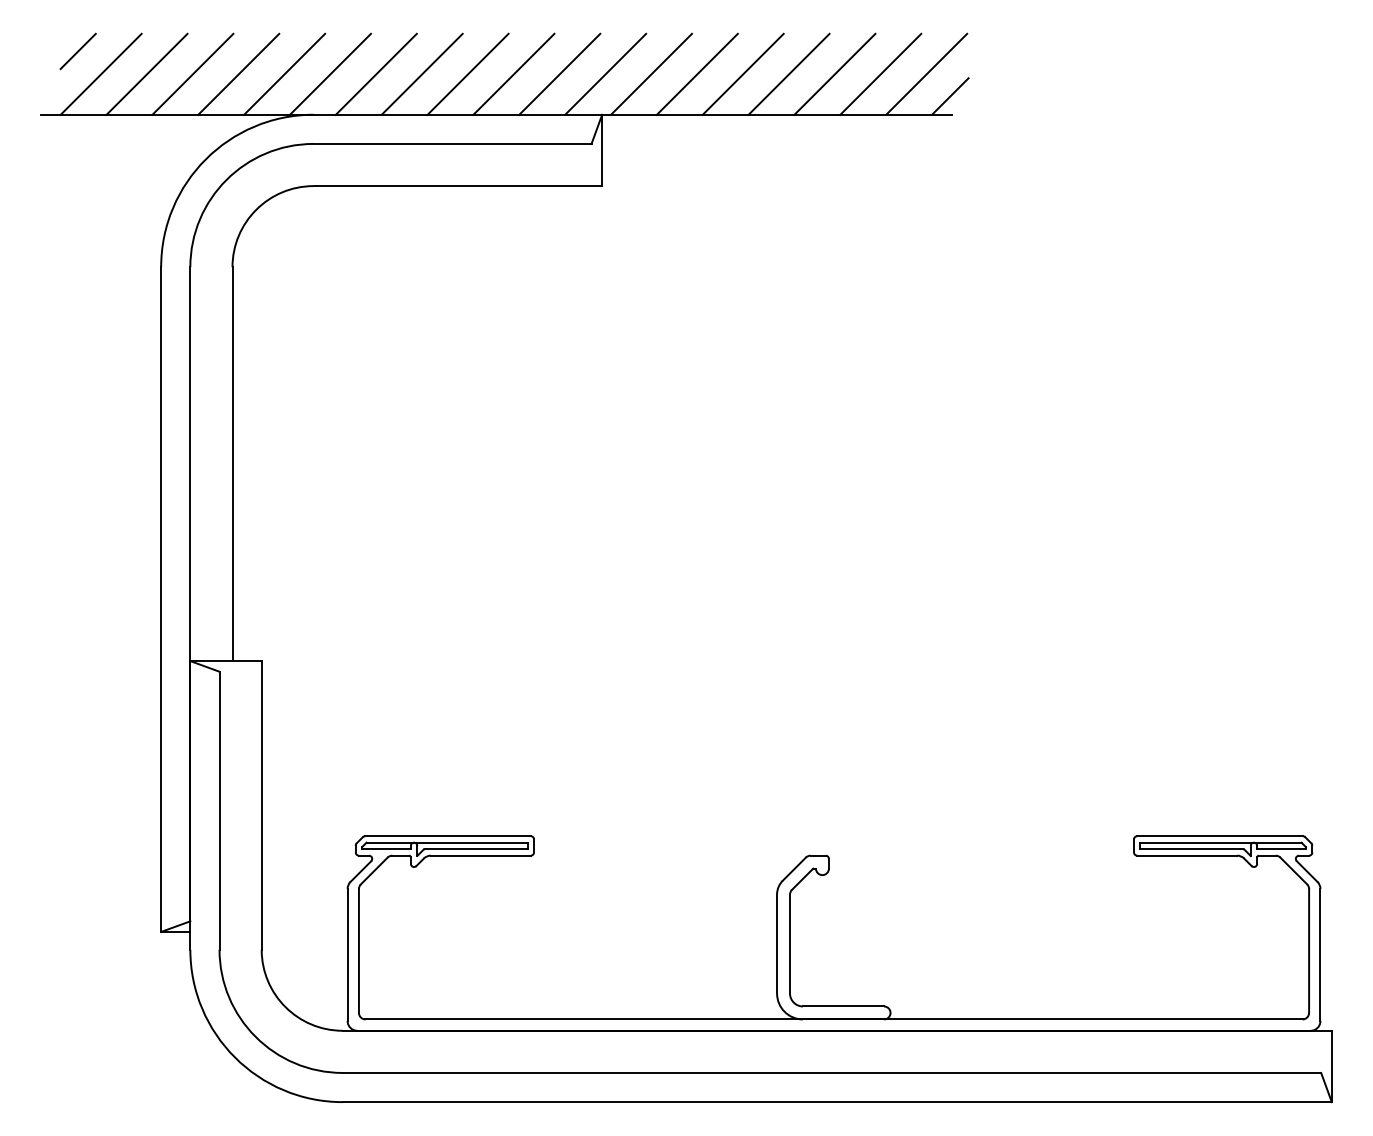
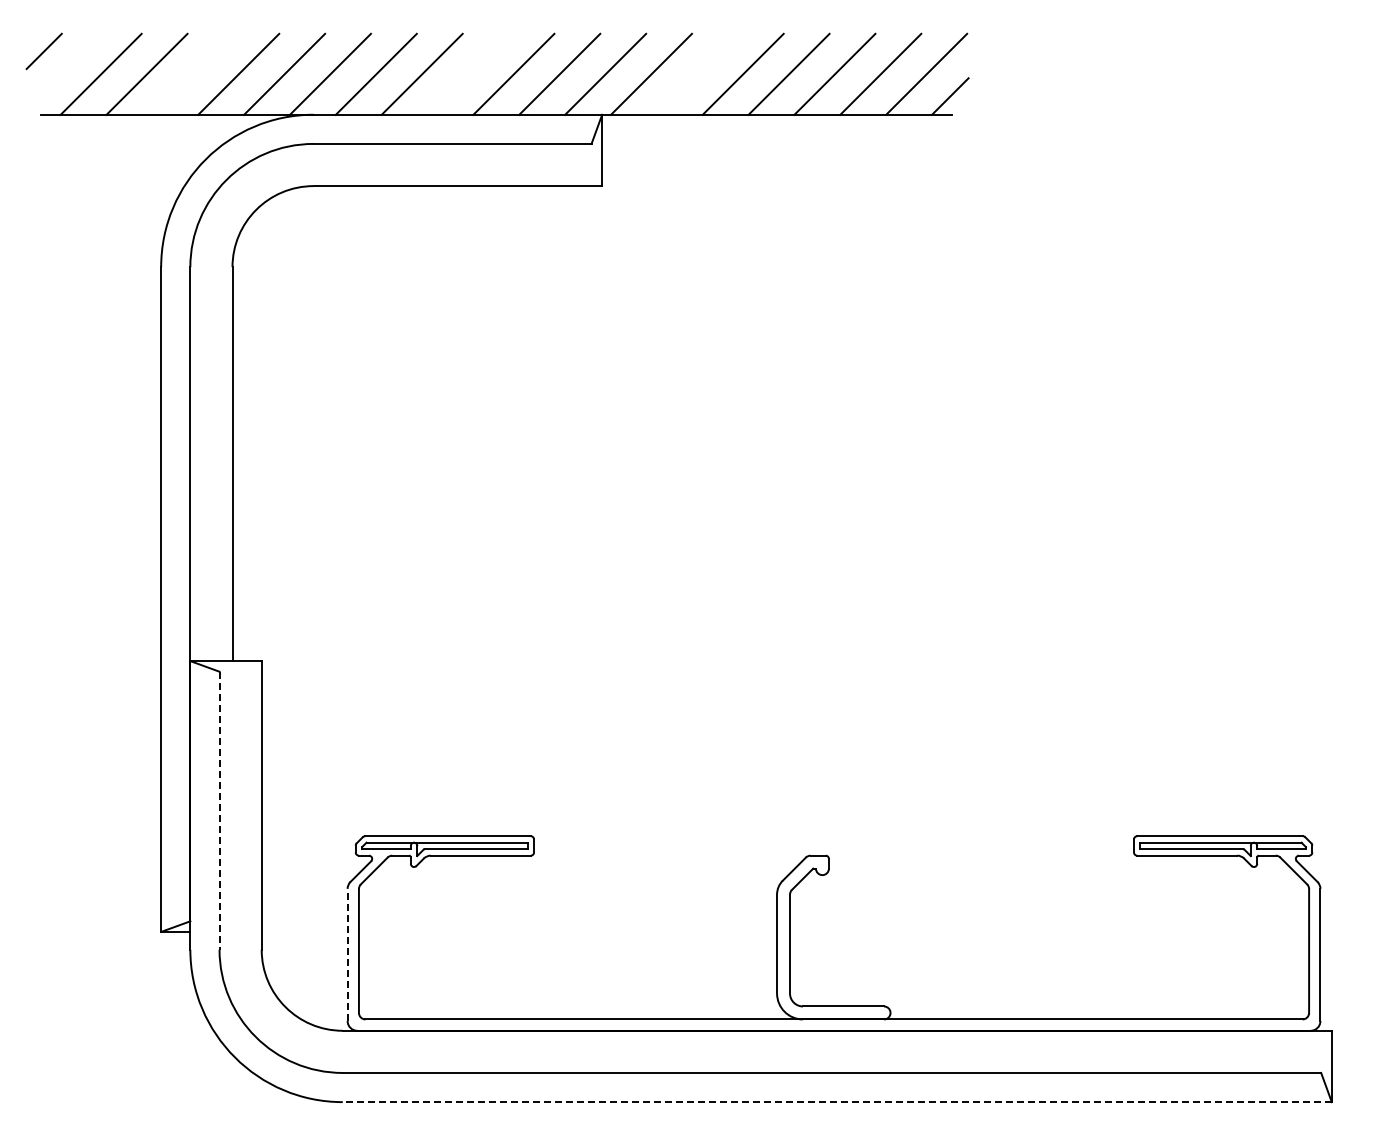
line at (77, 51) position: (77, 51) -> (43, 51)
line at (192, 73): present -> none
line at (467, 73): present -> none
line at (696, 73): present -> none
line at (219, 810): solid -> dashed
line at (347, 954): solid -> dashed
line at (837, 1102): solid -> dashed
